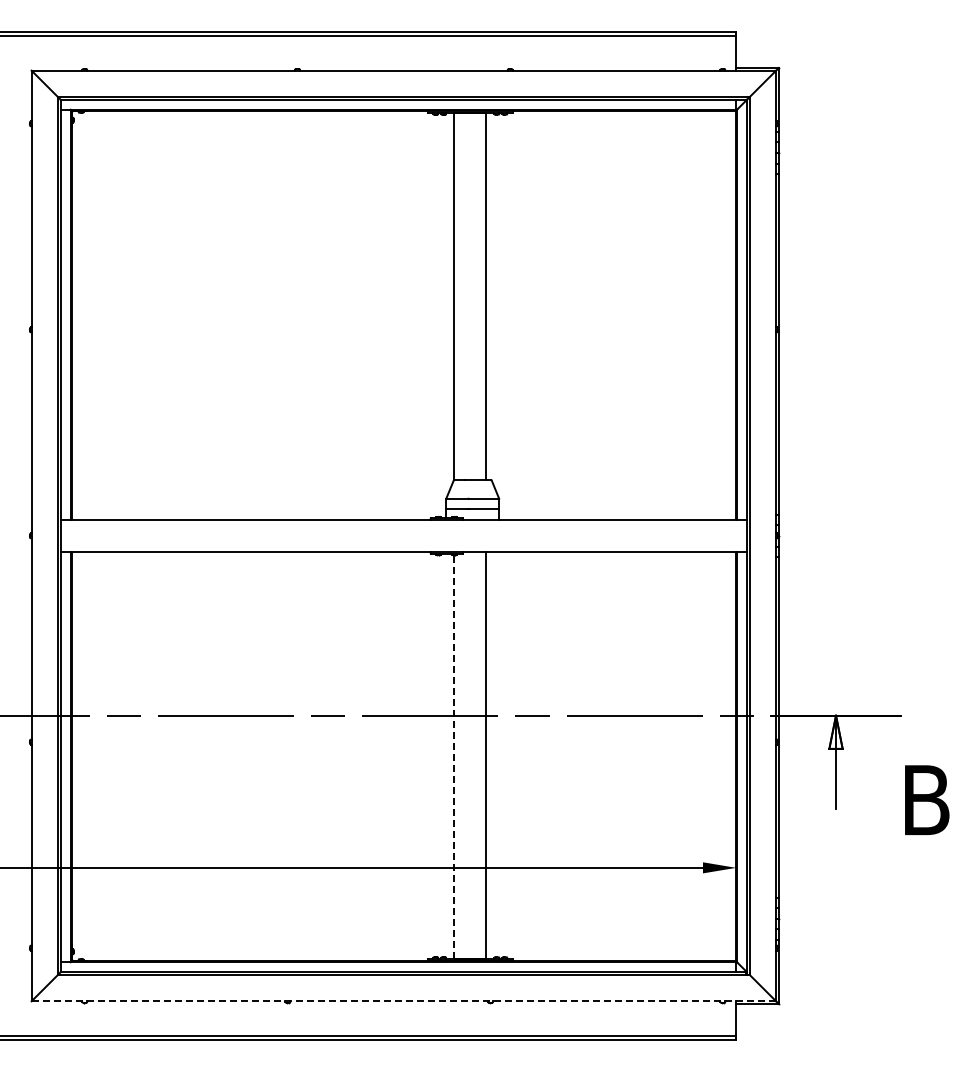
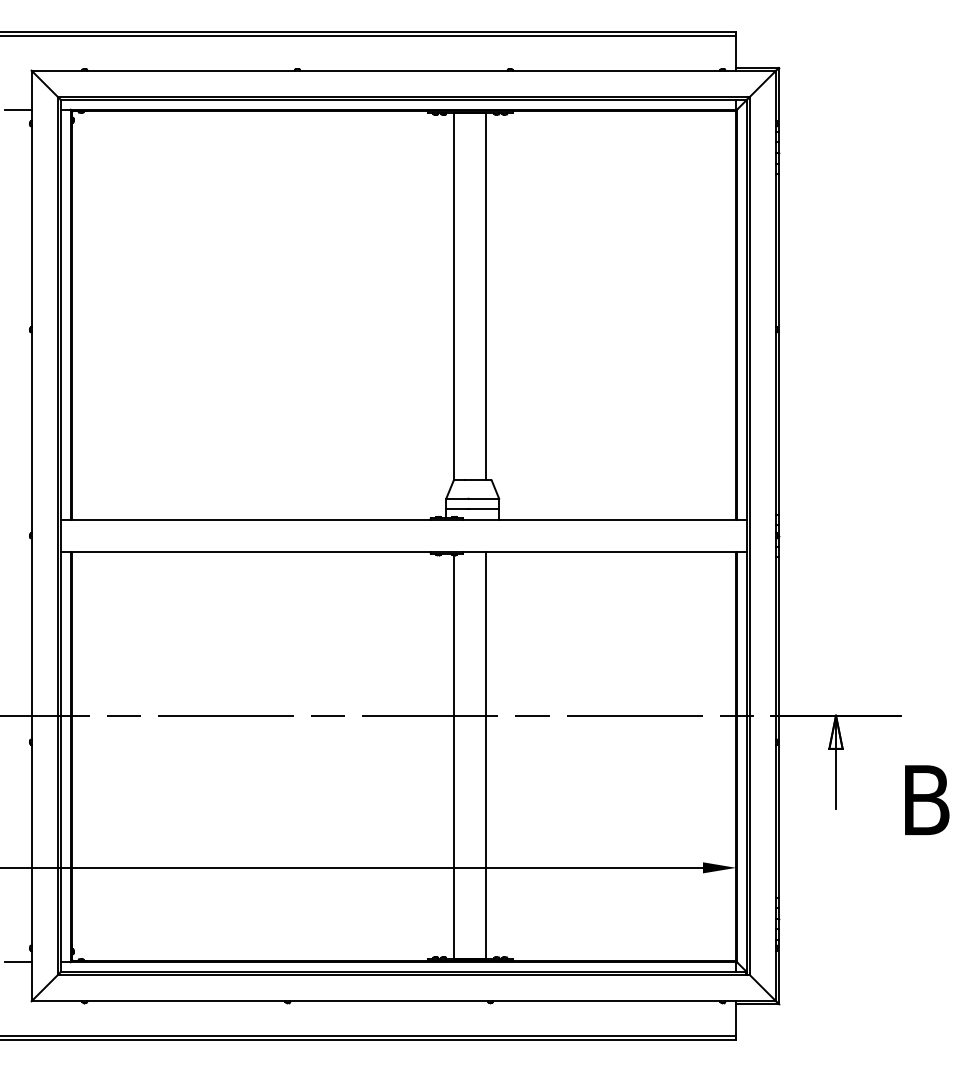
line at (18, 109): none -> present
line at (454, 756): dashed -> solid
line at (18, 962): none -> present
line at (403, 1001): dashed -> solid
